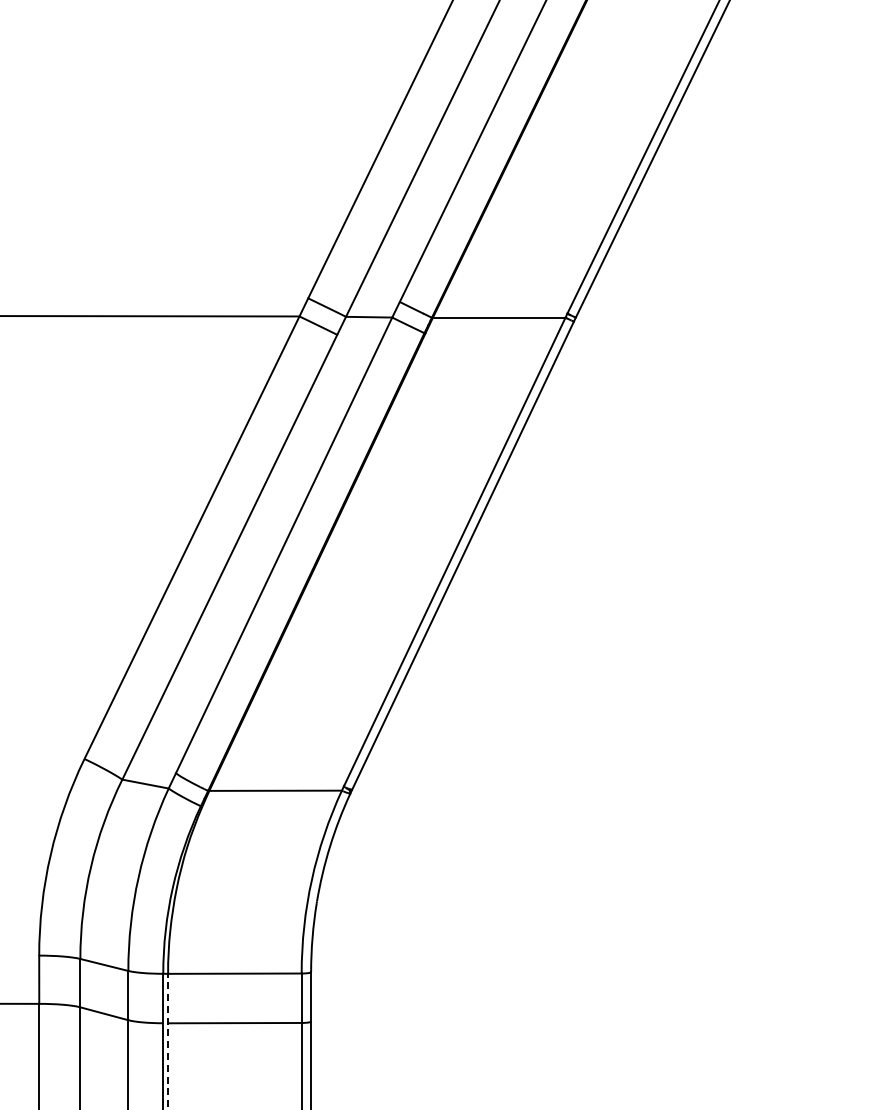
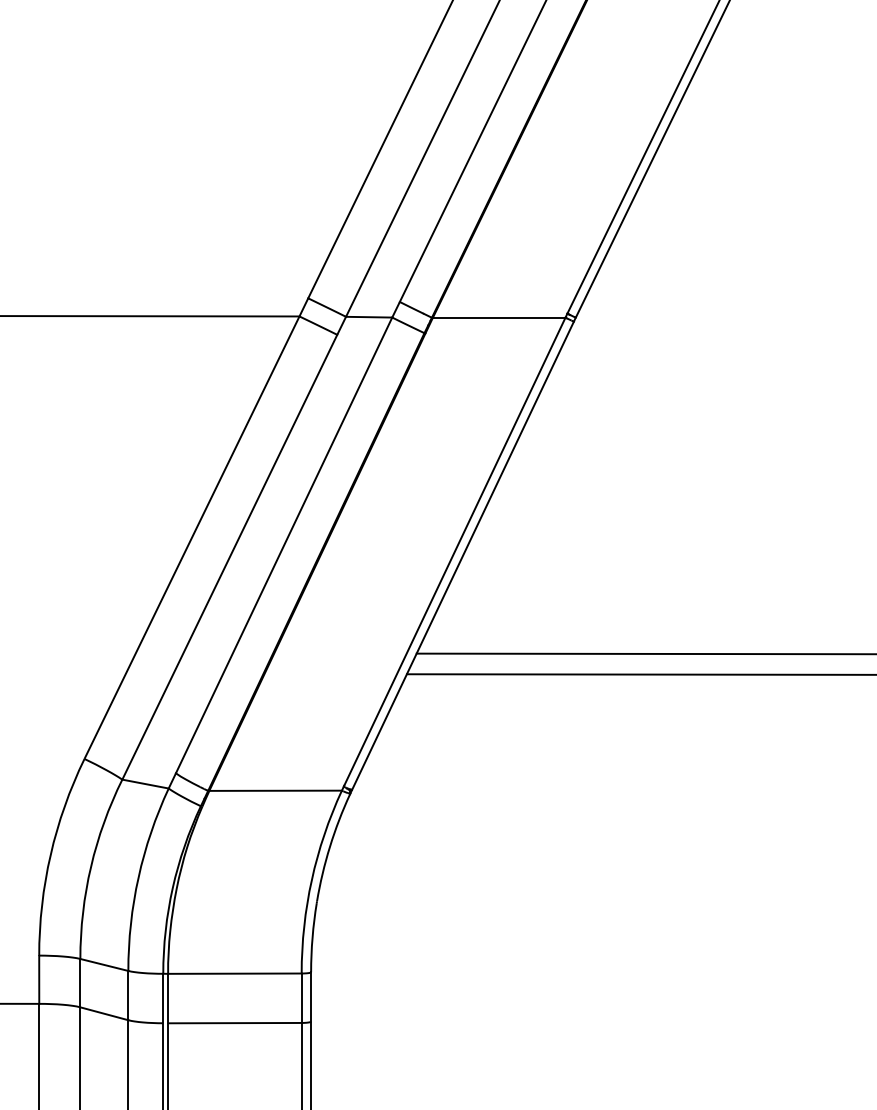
line at (644, 653): none -> present
line at (639, 674): none -> present
line at (168, 1041): dashed -> solid
